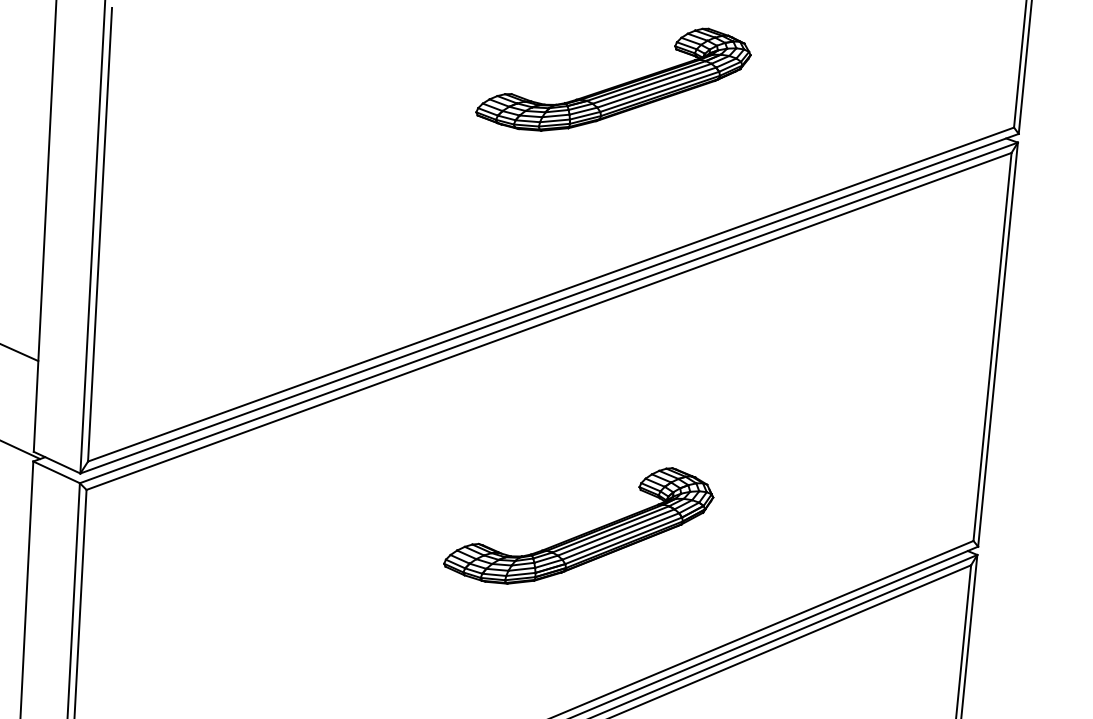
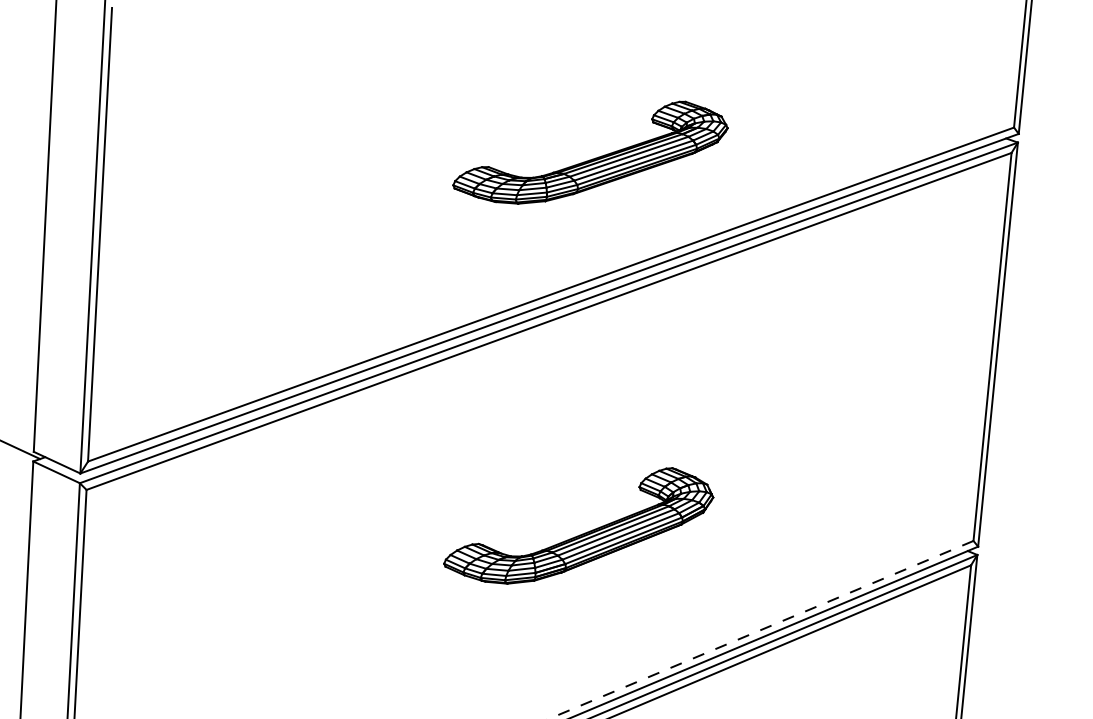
part at (615, 85) position: (615, 85) -> (592, 158)
line at (20, 353): present -> none
line at (761, 629): solid -> dashed
